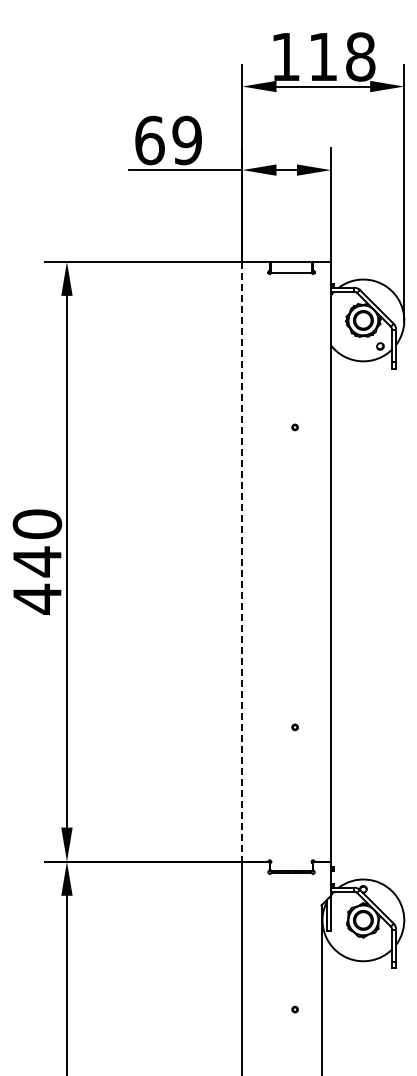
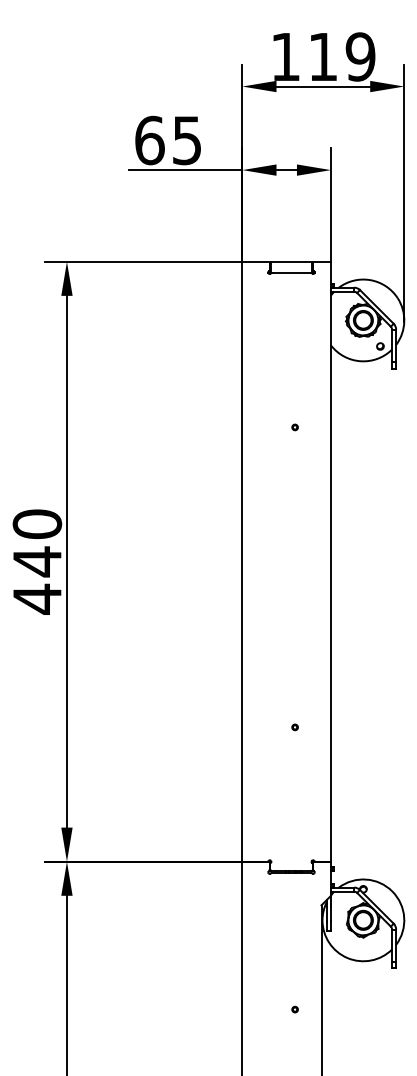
text at (360, 56): 118 -> 119
text at (186, 139): 69 -> 65
line at (242, 561): dashed -> solid
